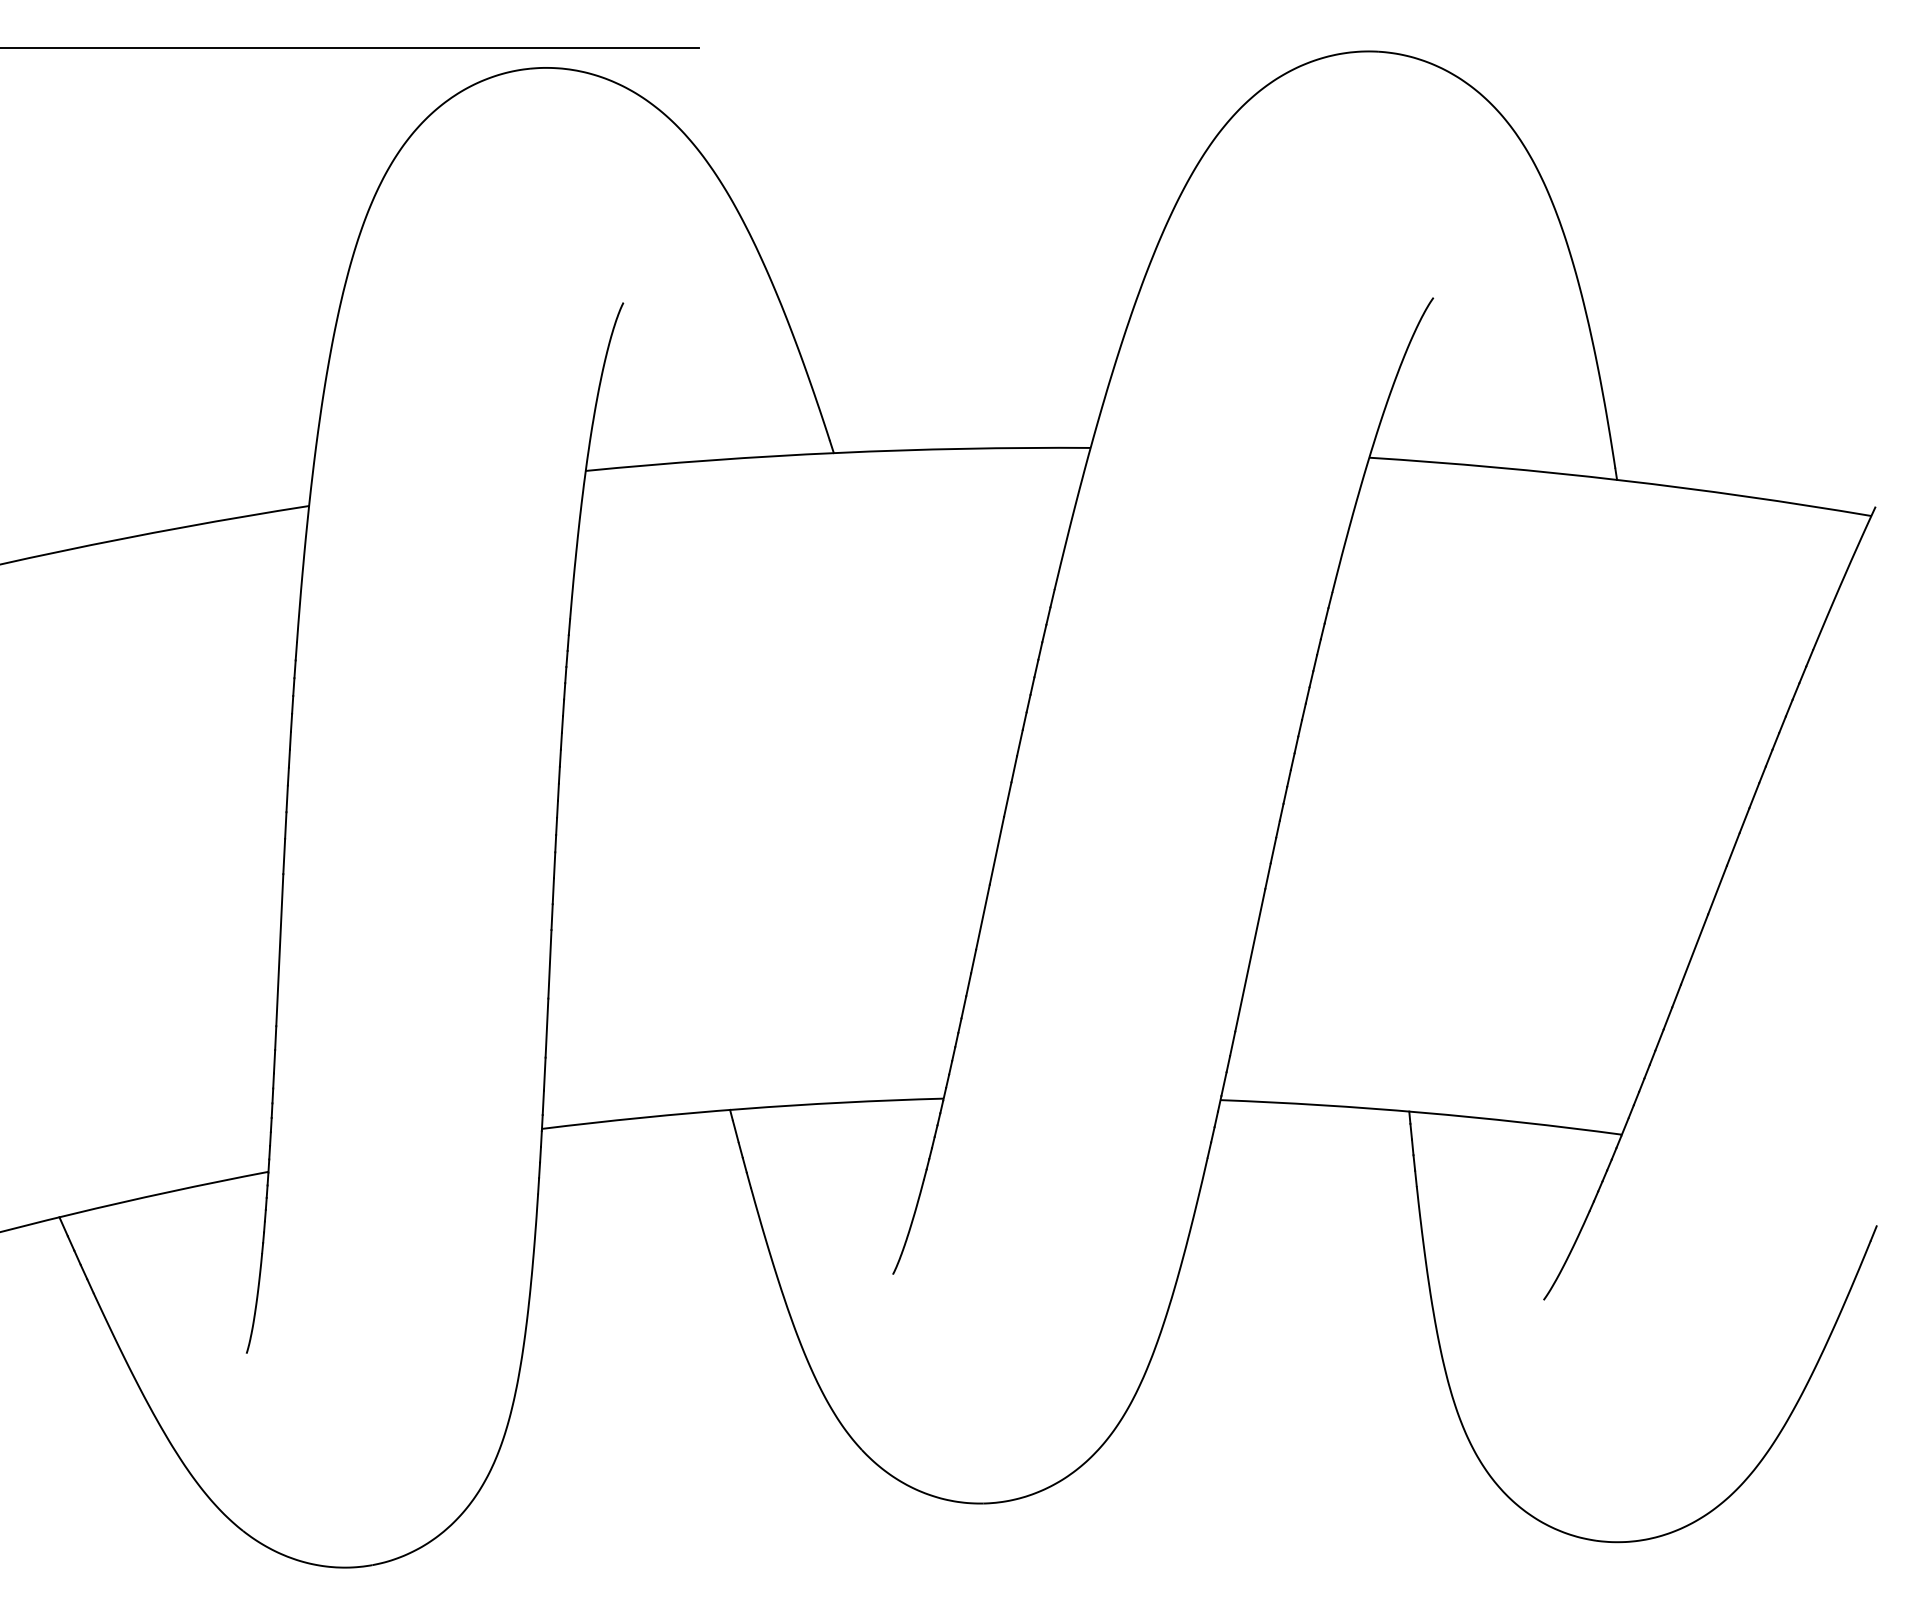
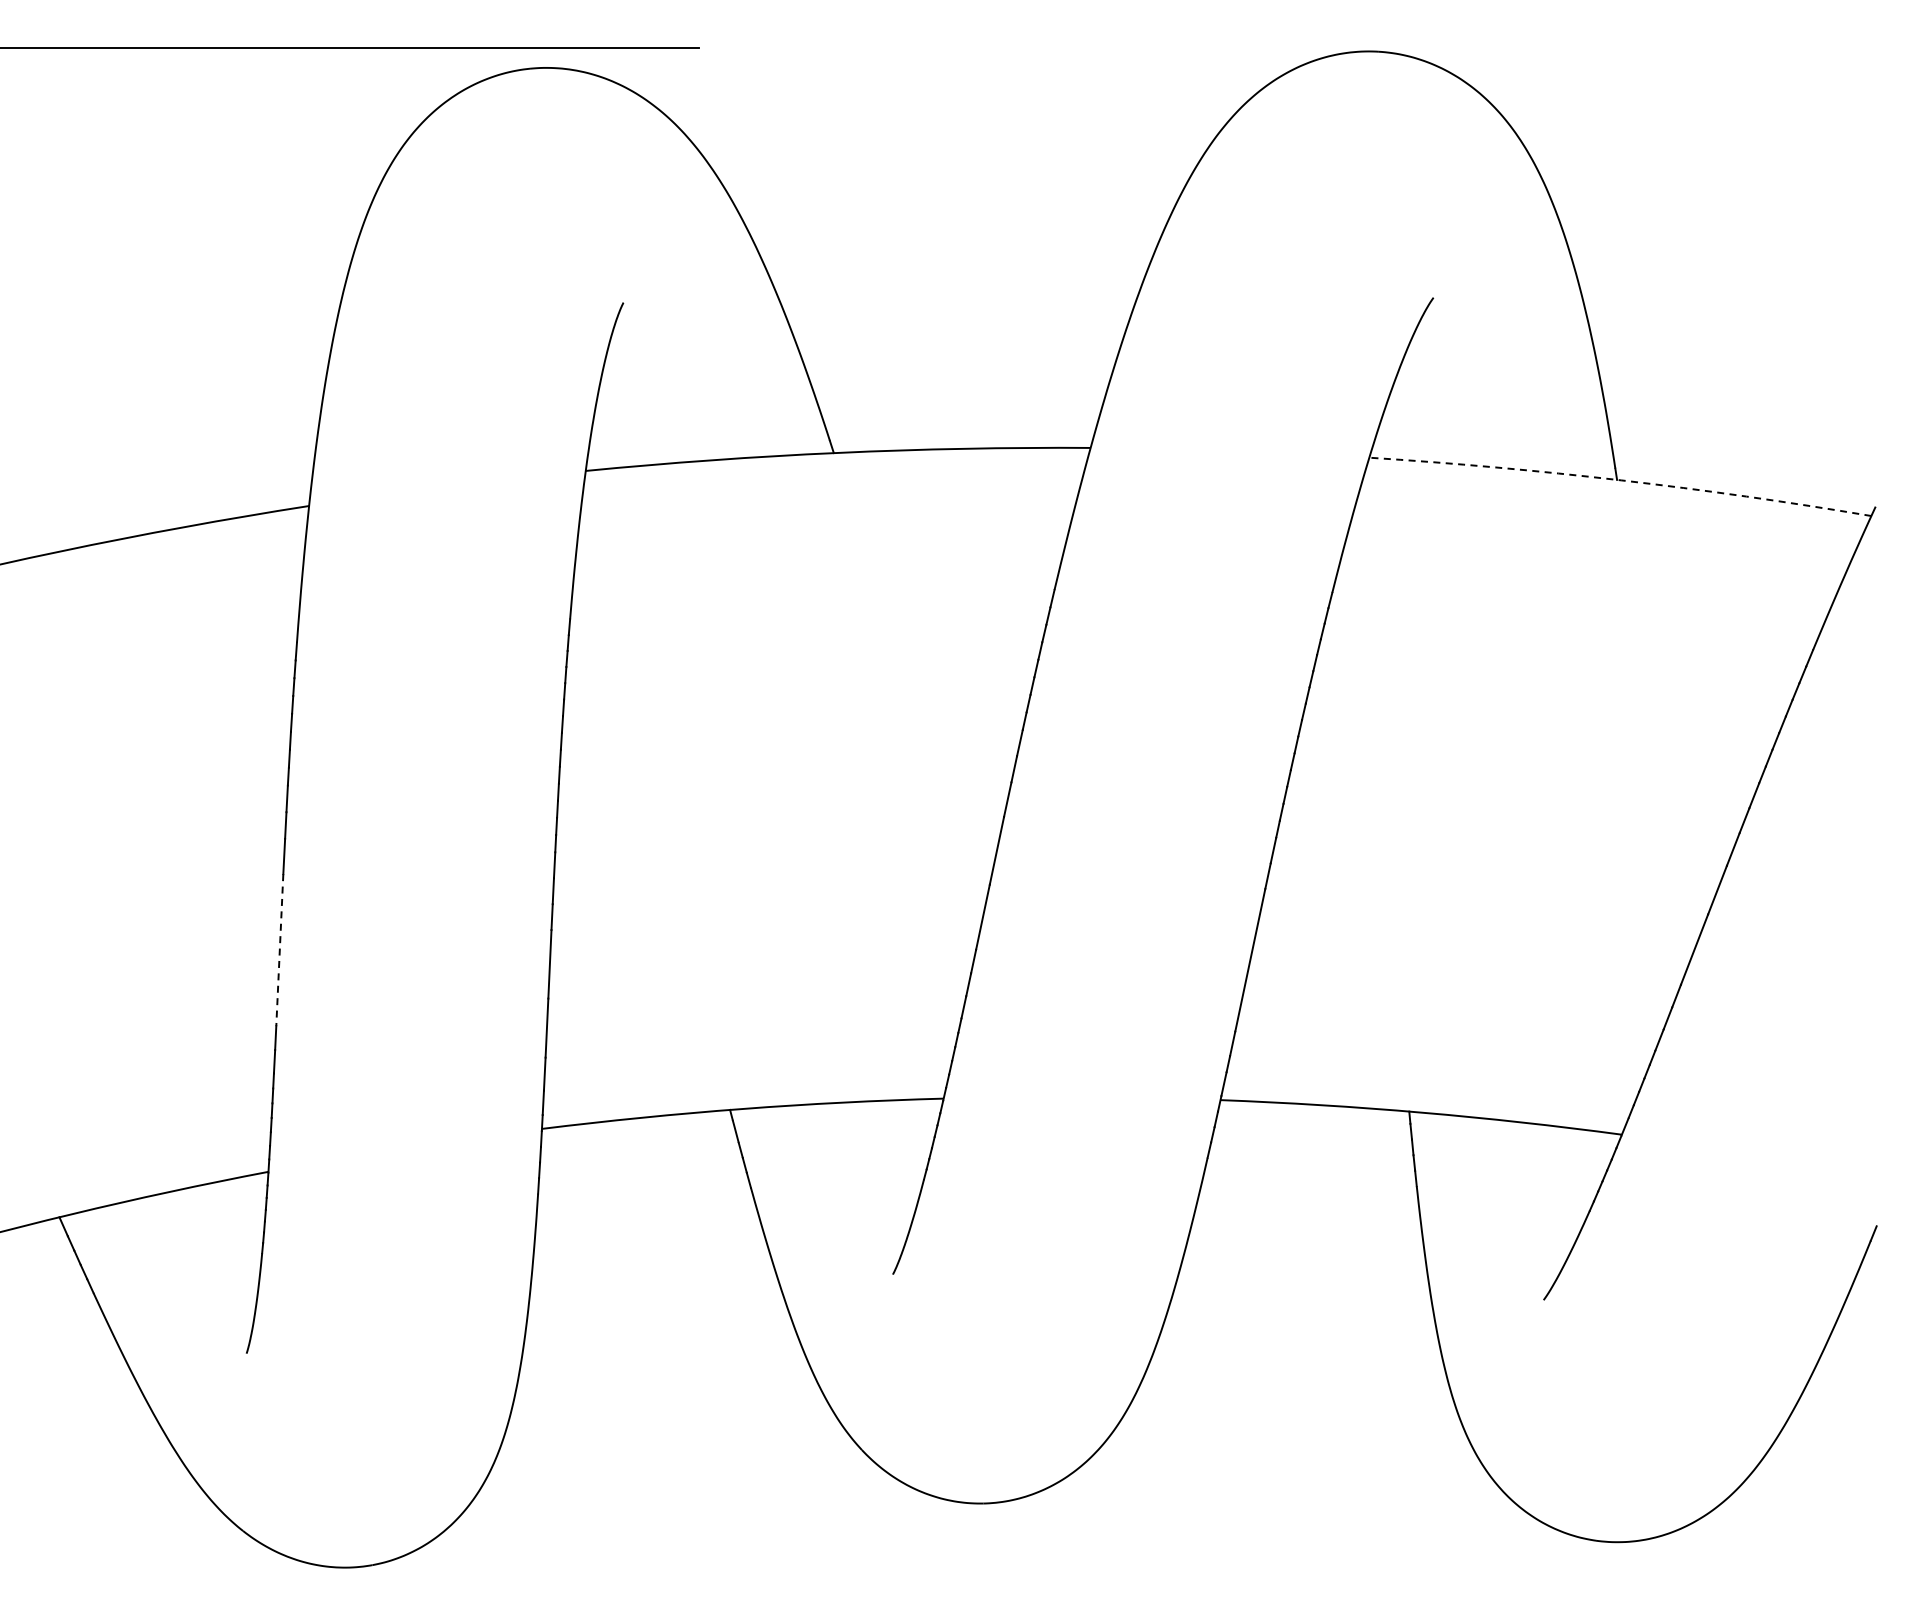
arc at (1621, 480): solid -> dashed
line at (279, 950): solid -> dashed
